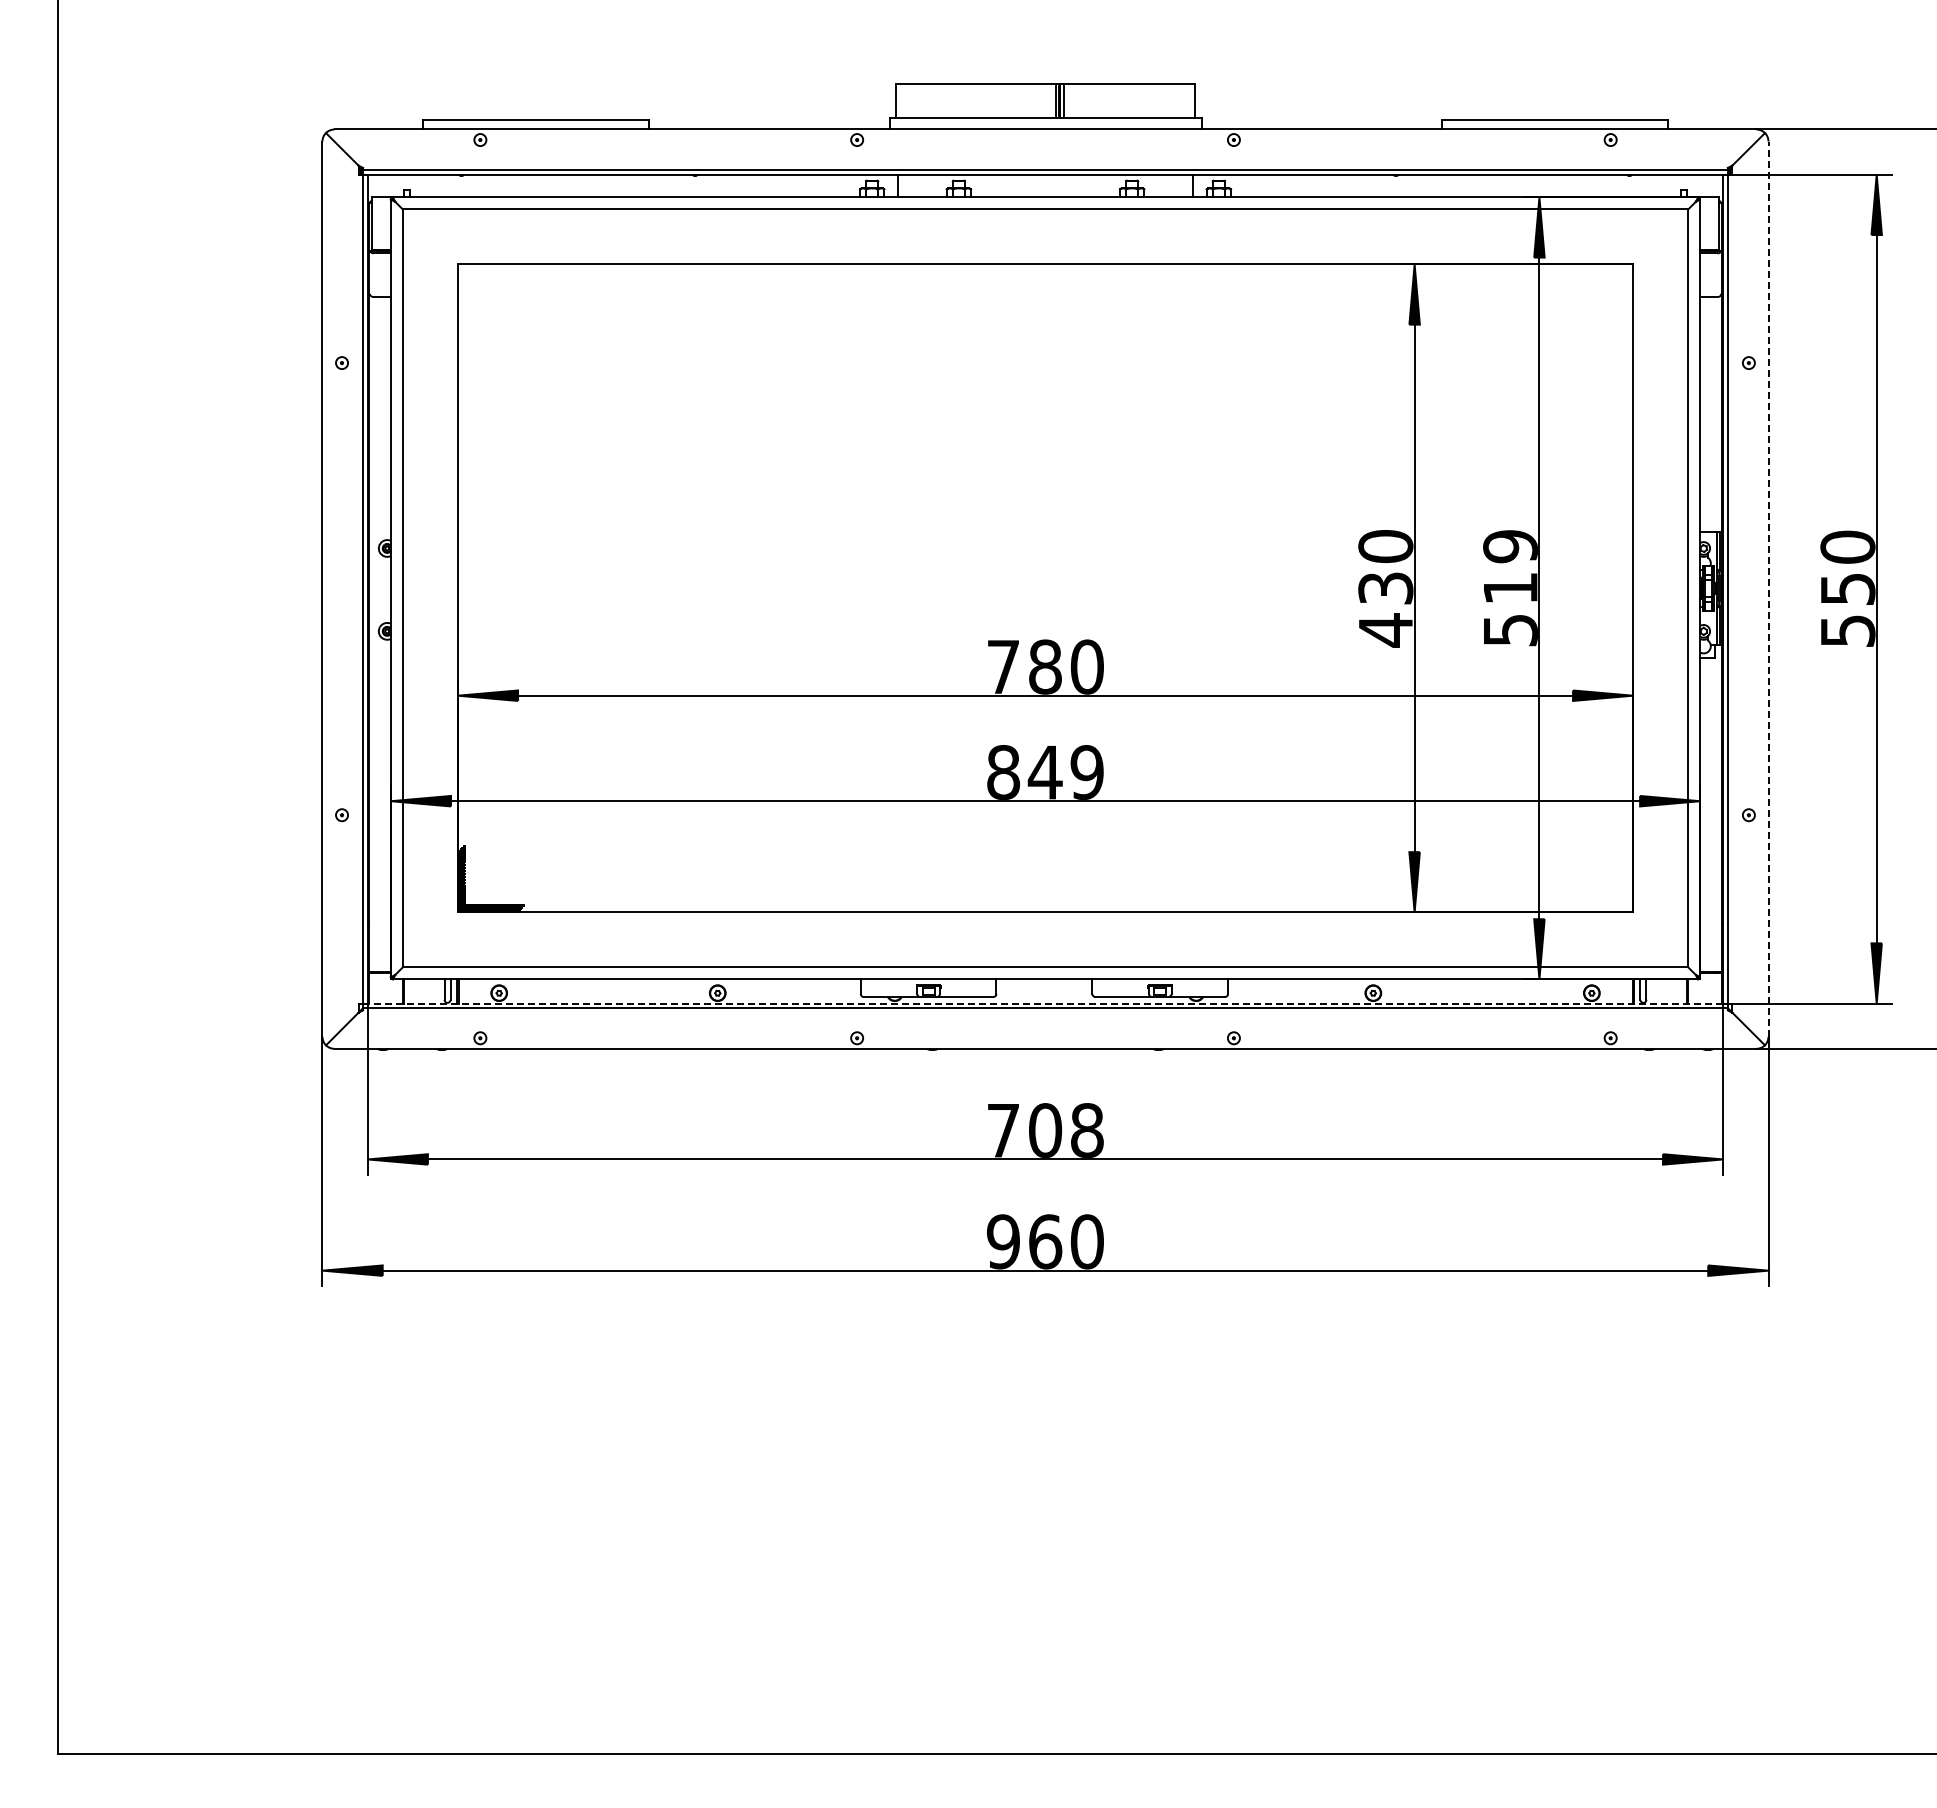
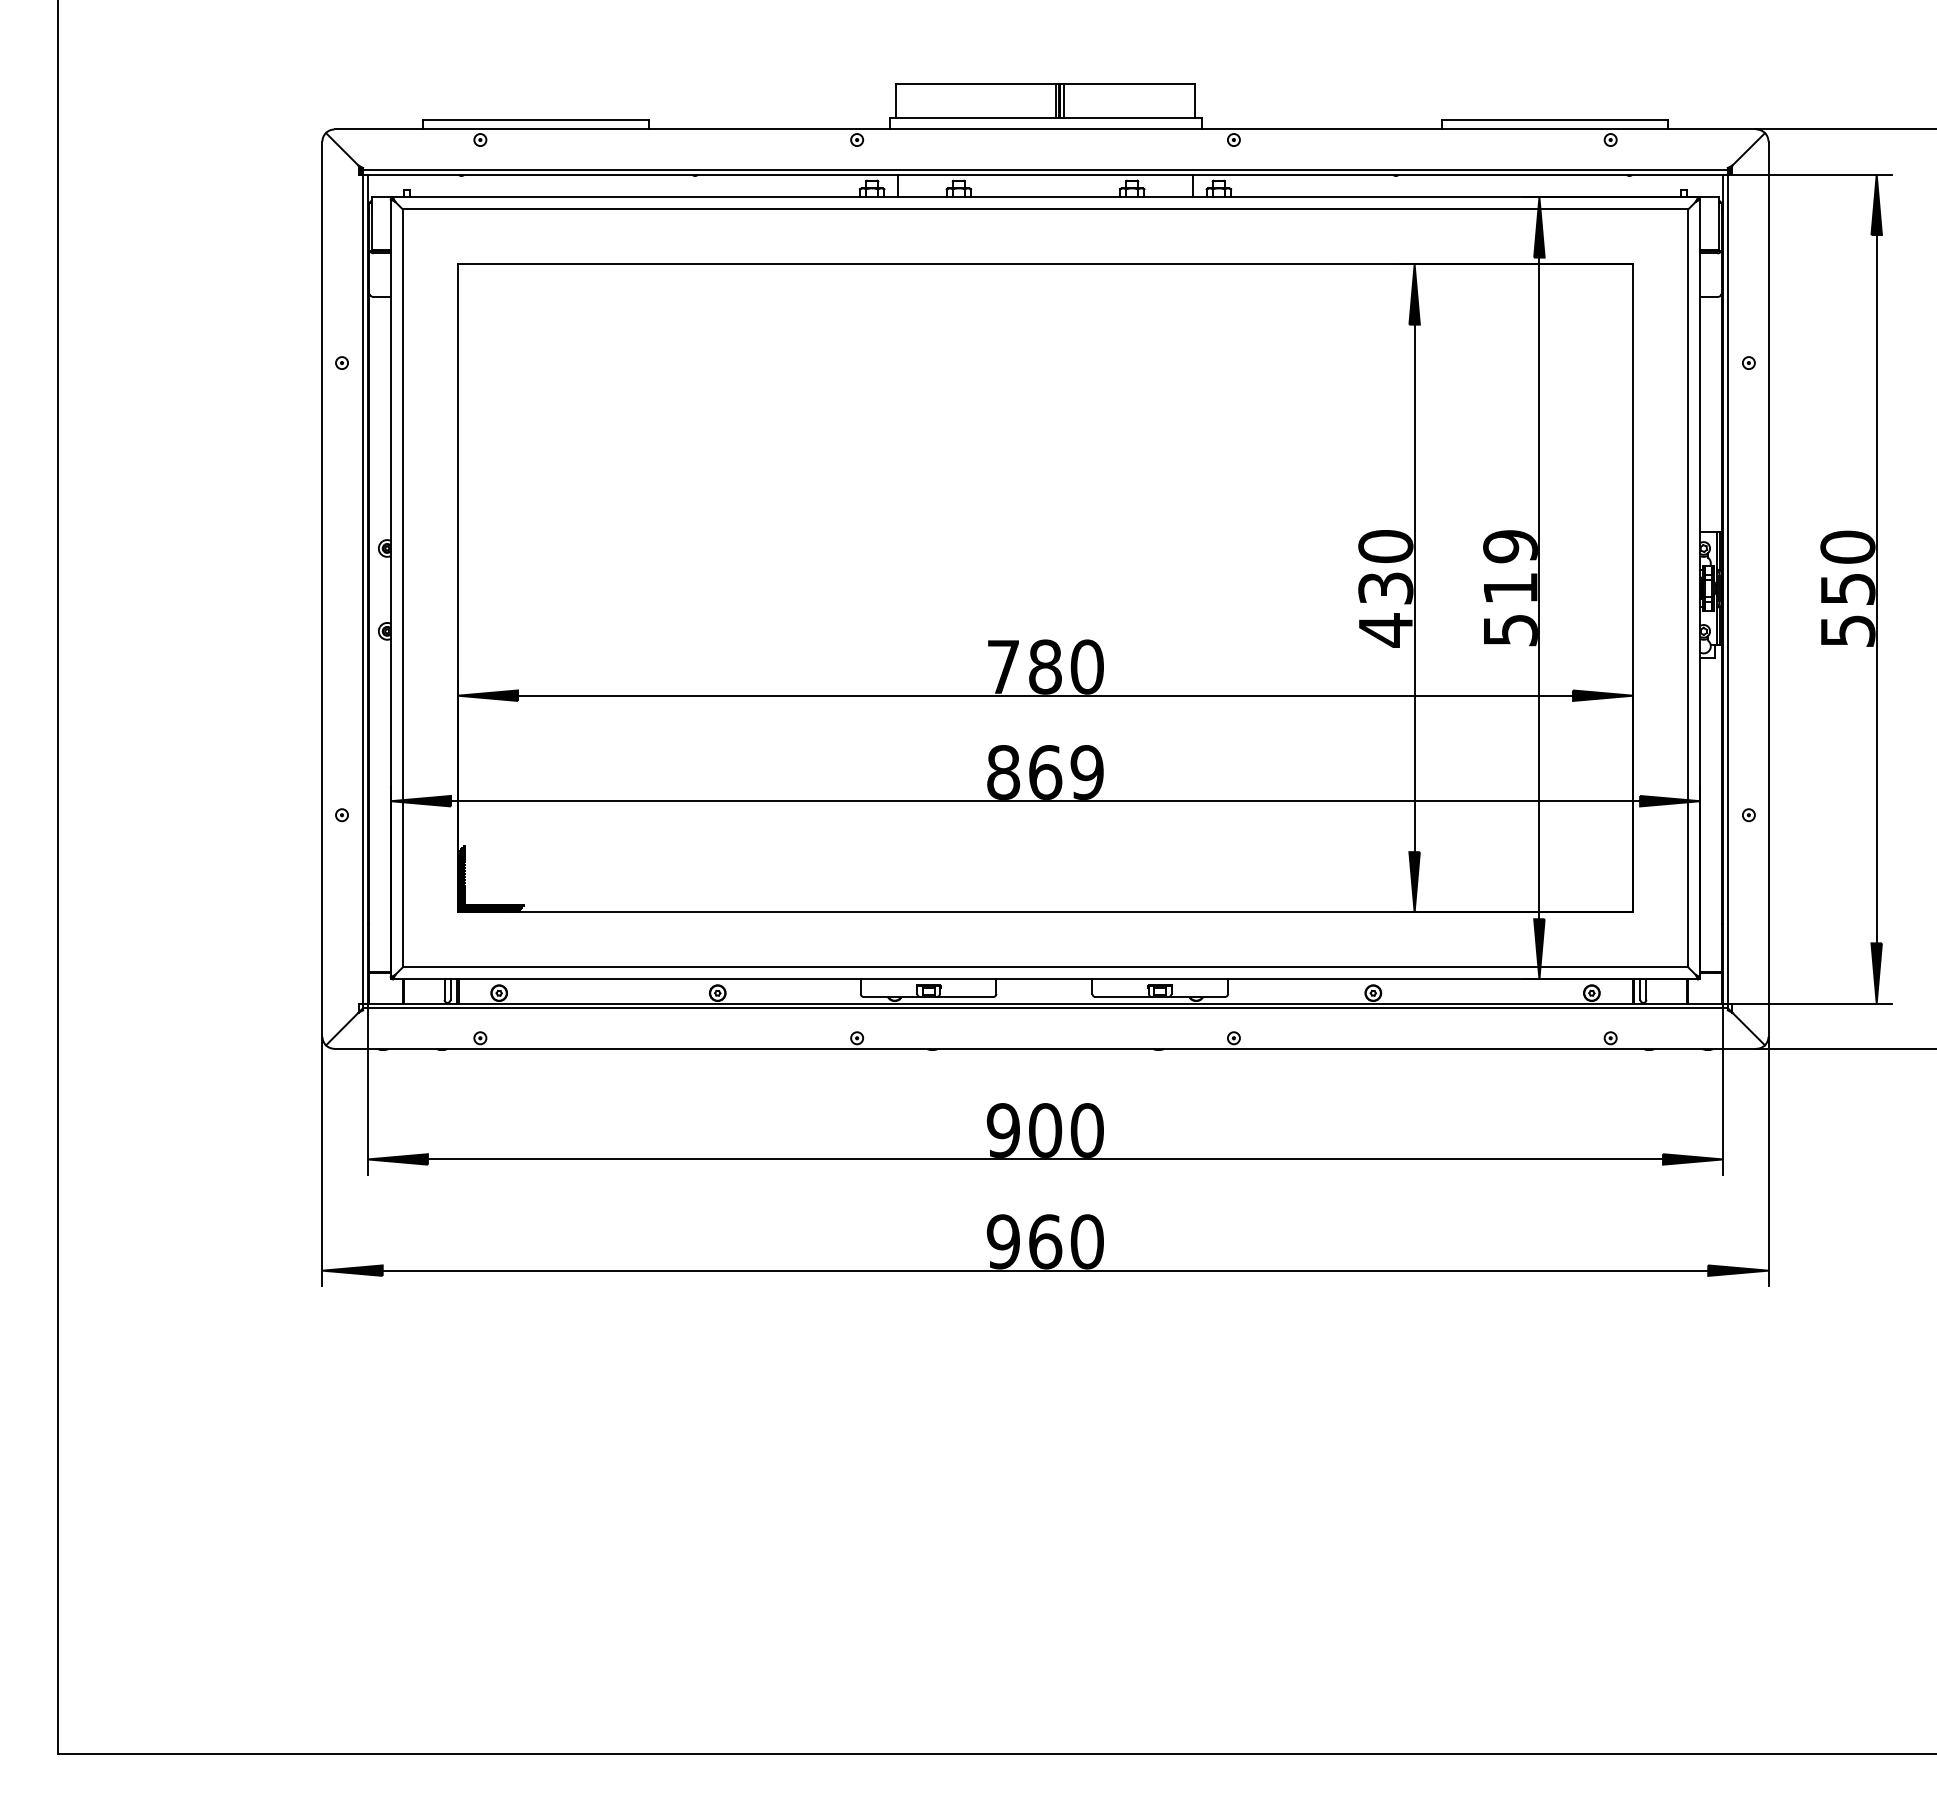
line at (1768, 589): dashed -> solid
text at (1044, 772): 849 -> 869
line at (1045, 1003): dashed -> solid
text at (1044, 1130): 708 -> 900
